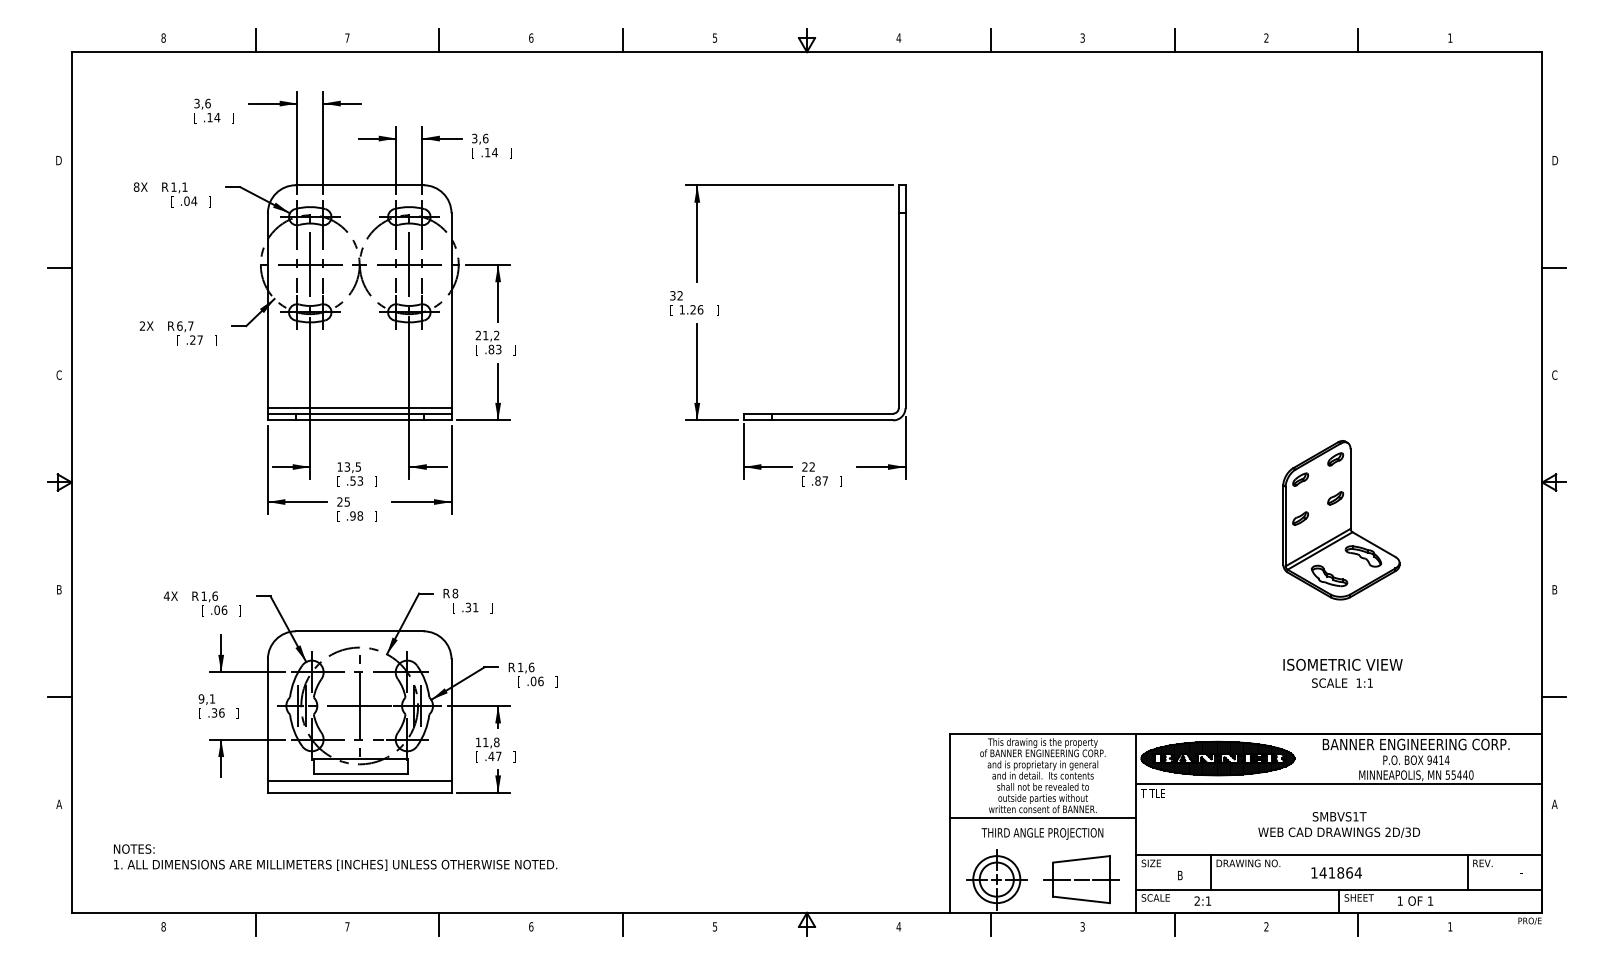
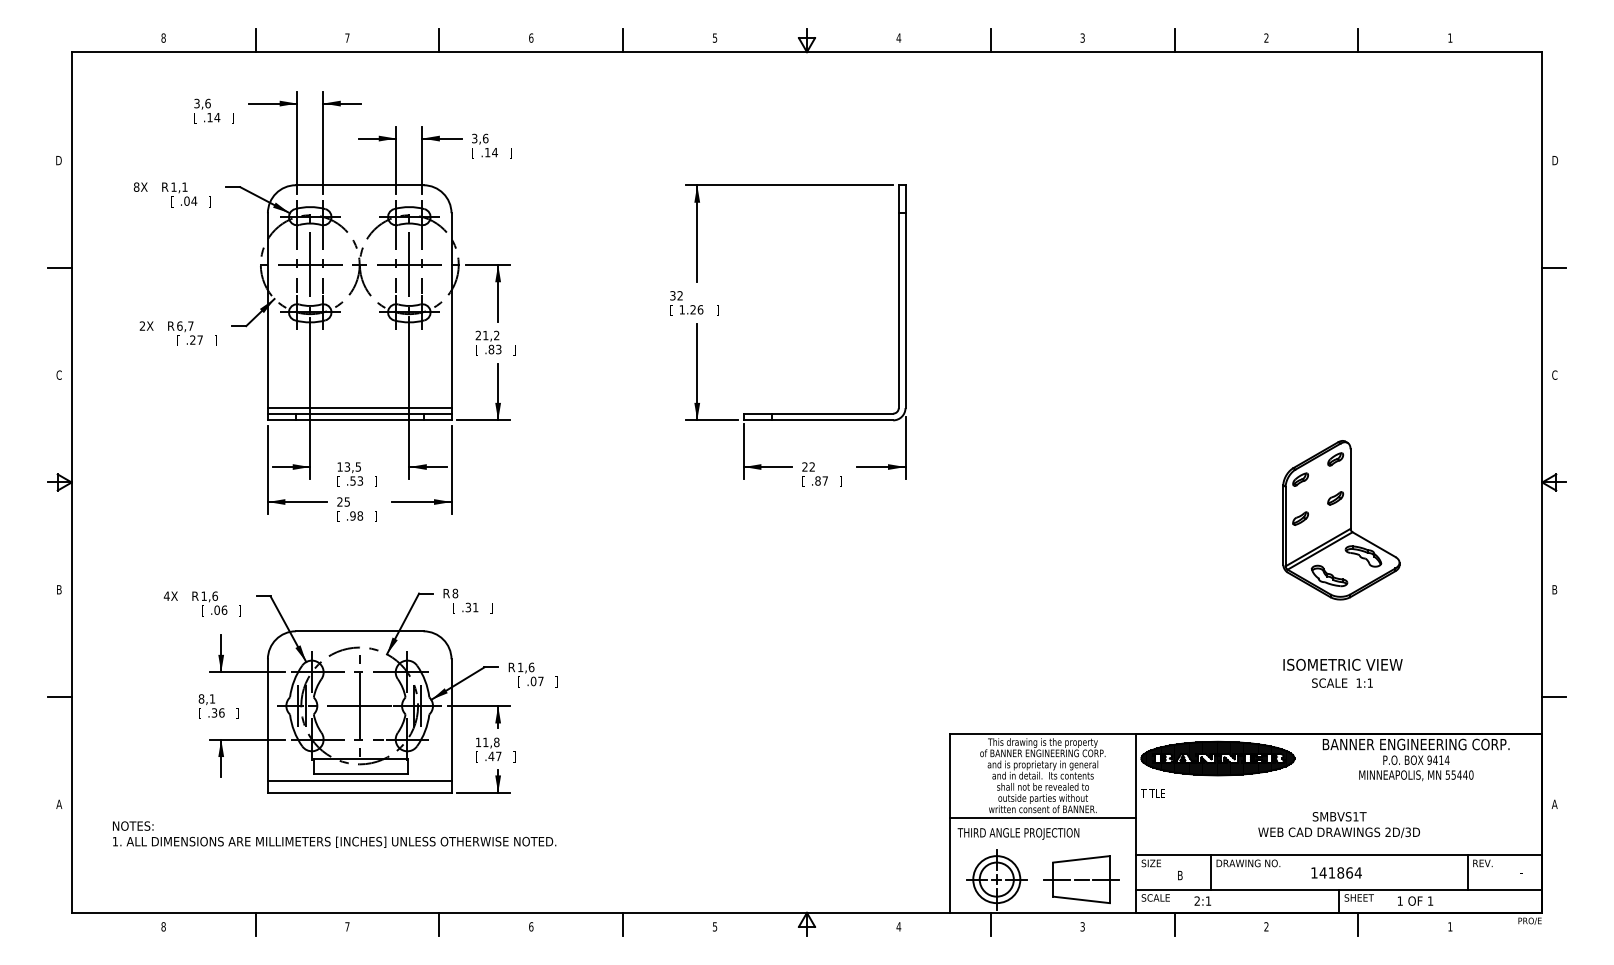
text at (540, 681): .06 -> .07
text at (201, 698): 9,1 -> 8,1
line at (1339, 784): present -> none
text at (1042, 833) position: (1042, 833) -> (1018, 833)
text at (335, 857) position: (335, 857) -> (334, 834)
